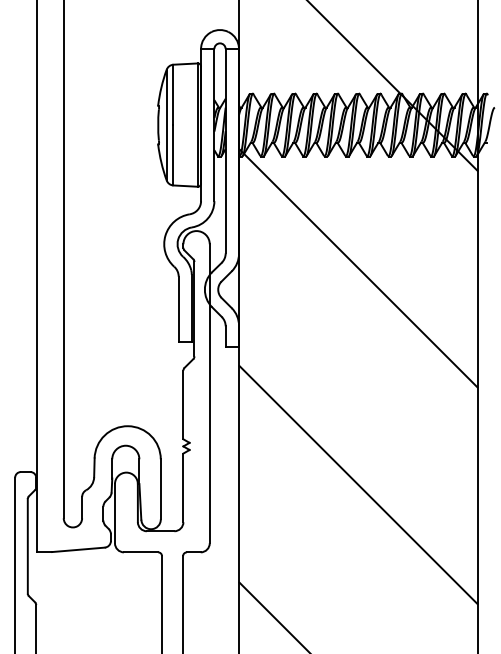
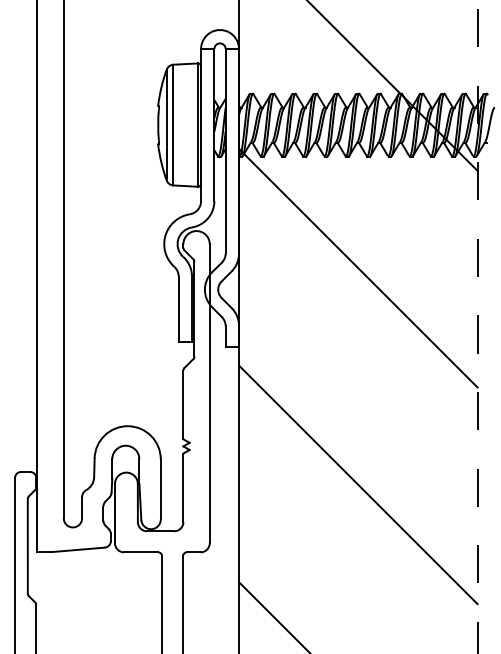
line at (478, 327): solid -> dashed
